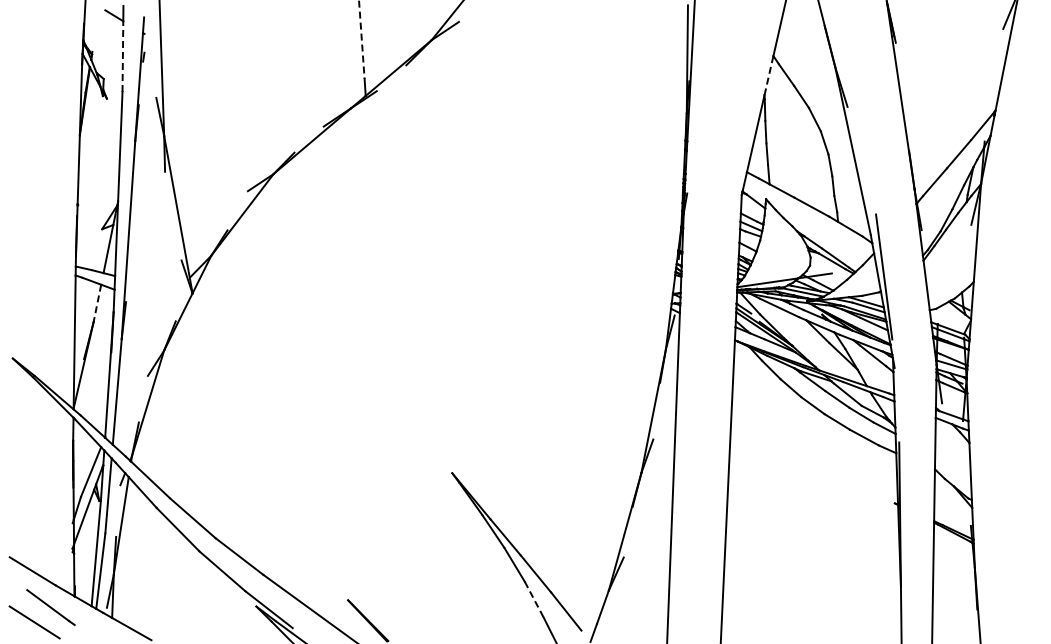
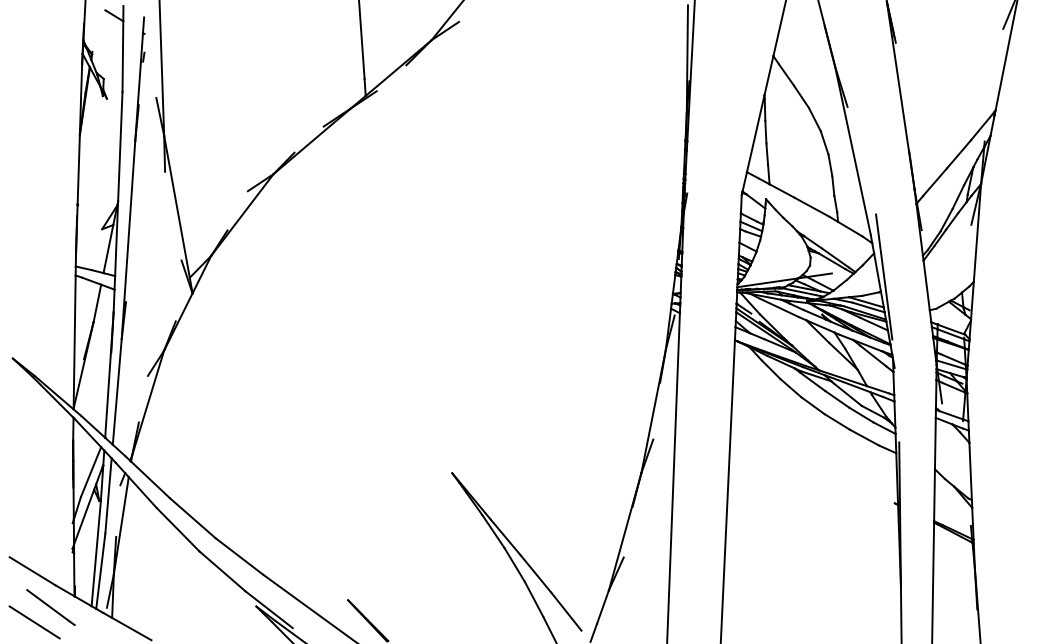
line at (361, 40): dashed -> solid
line at (122, 56): dashed -> solid
line at (769, 75): dashed -> solid
line at (97, 303): dashed -> solid
line at (534, 599): dashed -> solid
